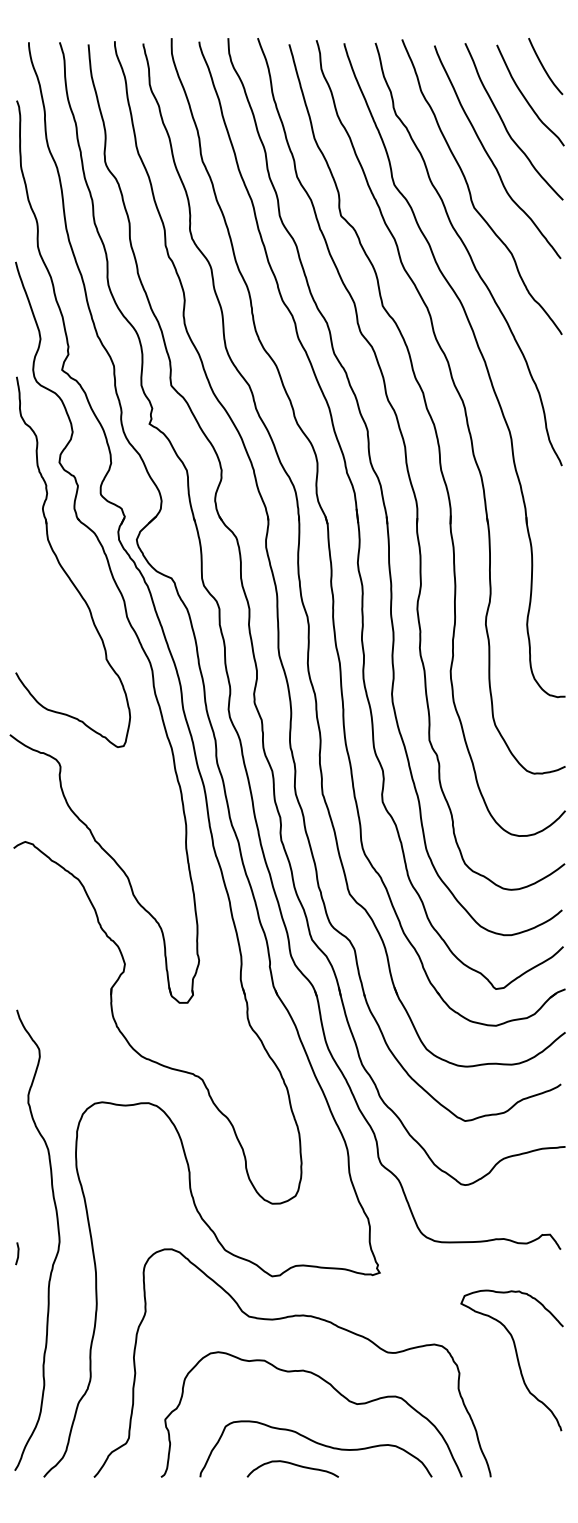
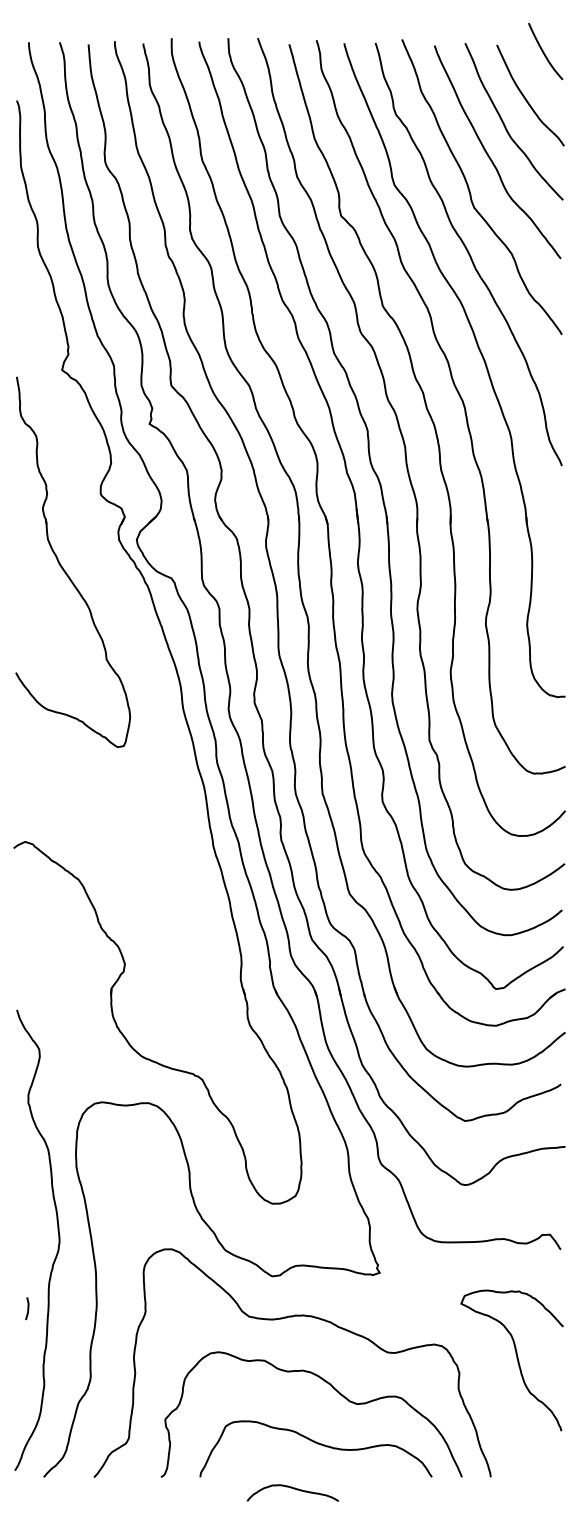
curve at (544, 67) position: (544, 67) -> (544, 52)
part at (127, 620): present -> none
curve at (17, 1253) position: (17, 1253) -> (27, 1308)
curve at (293, 1465) position: (293, 1465) -> (293, 1489)
